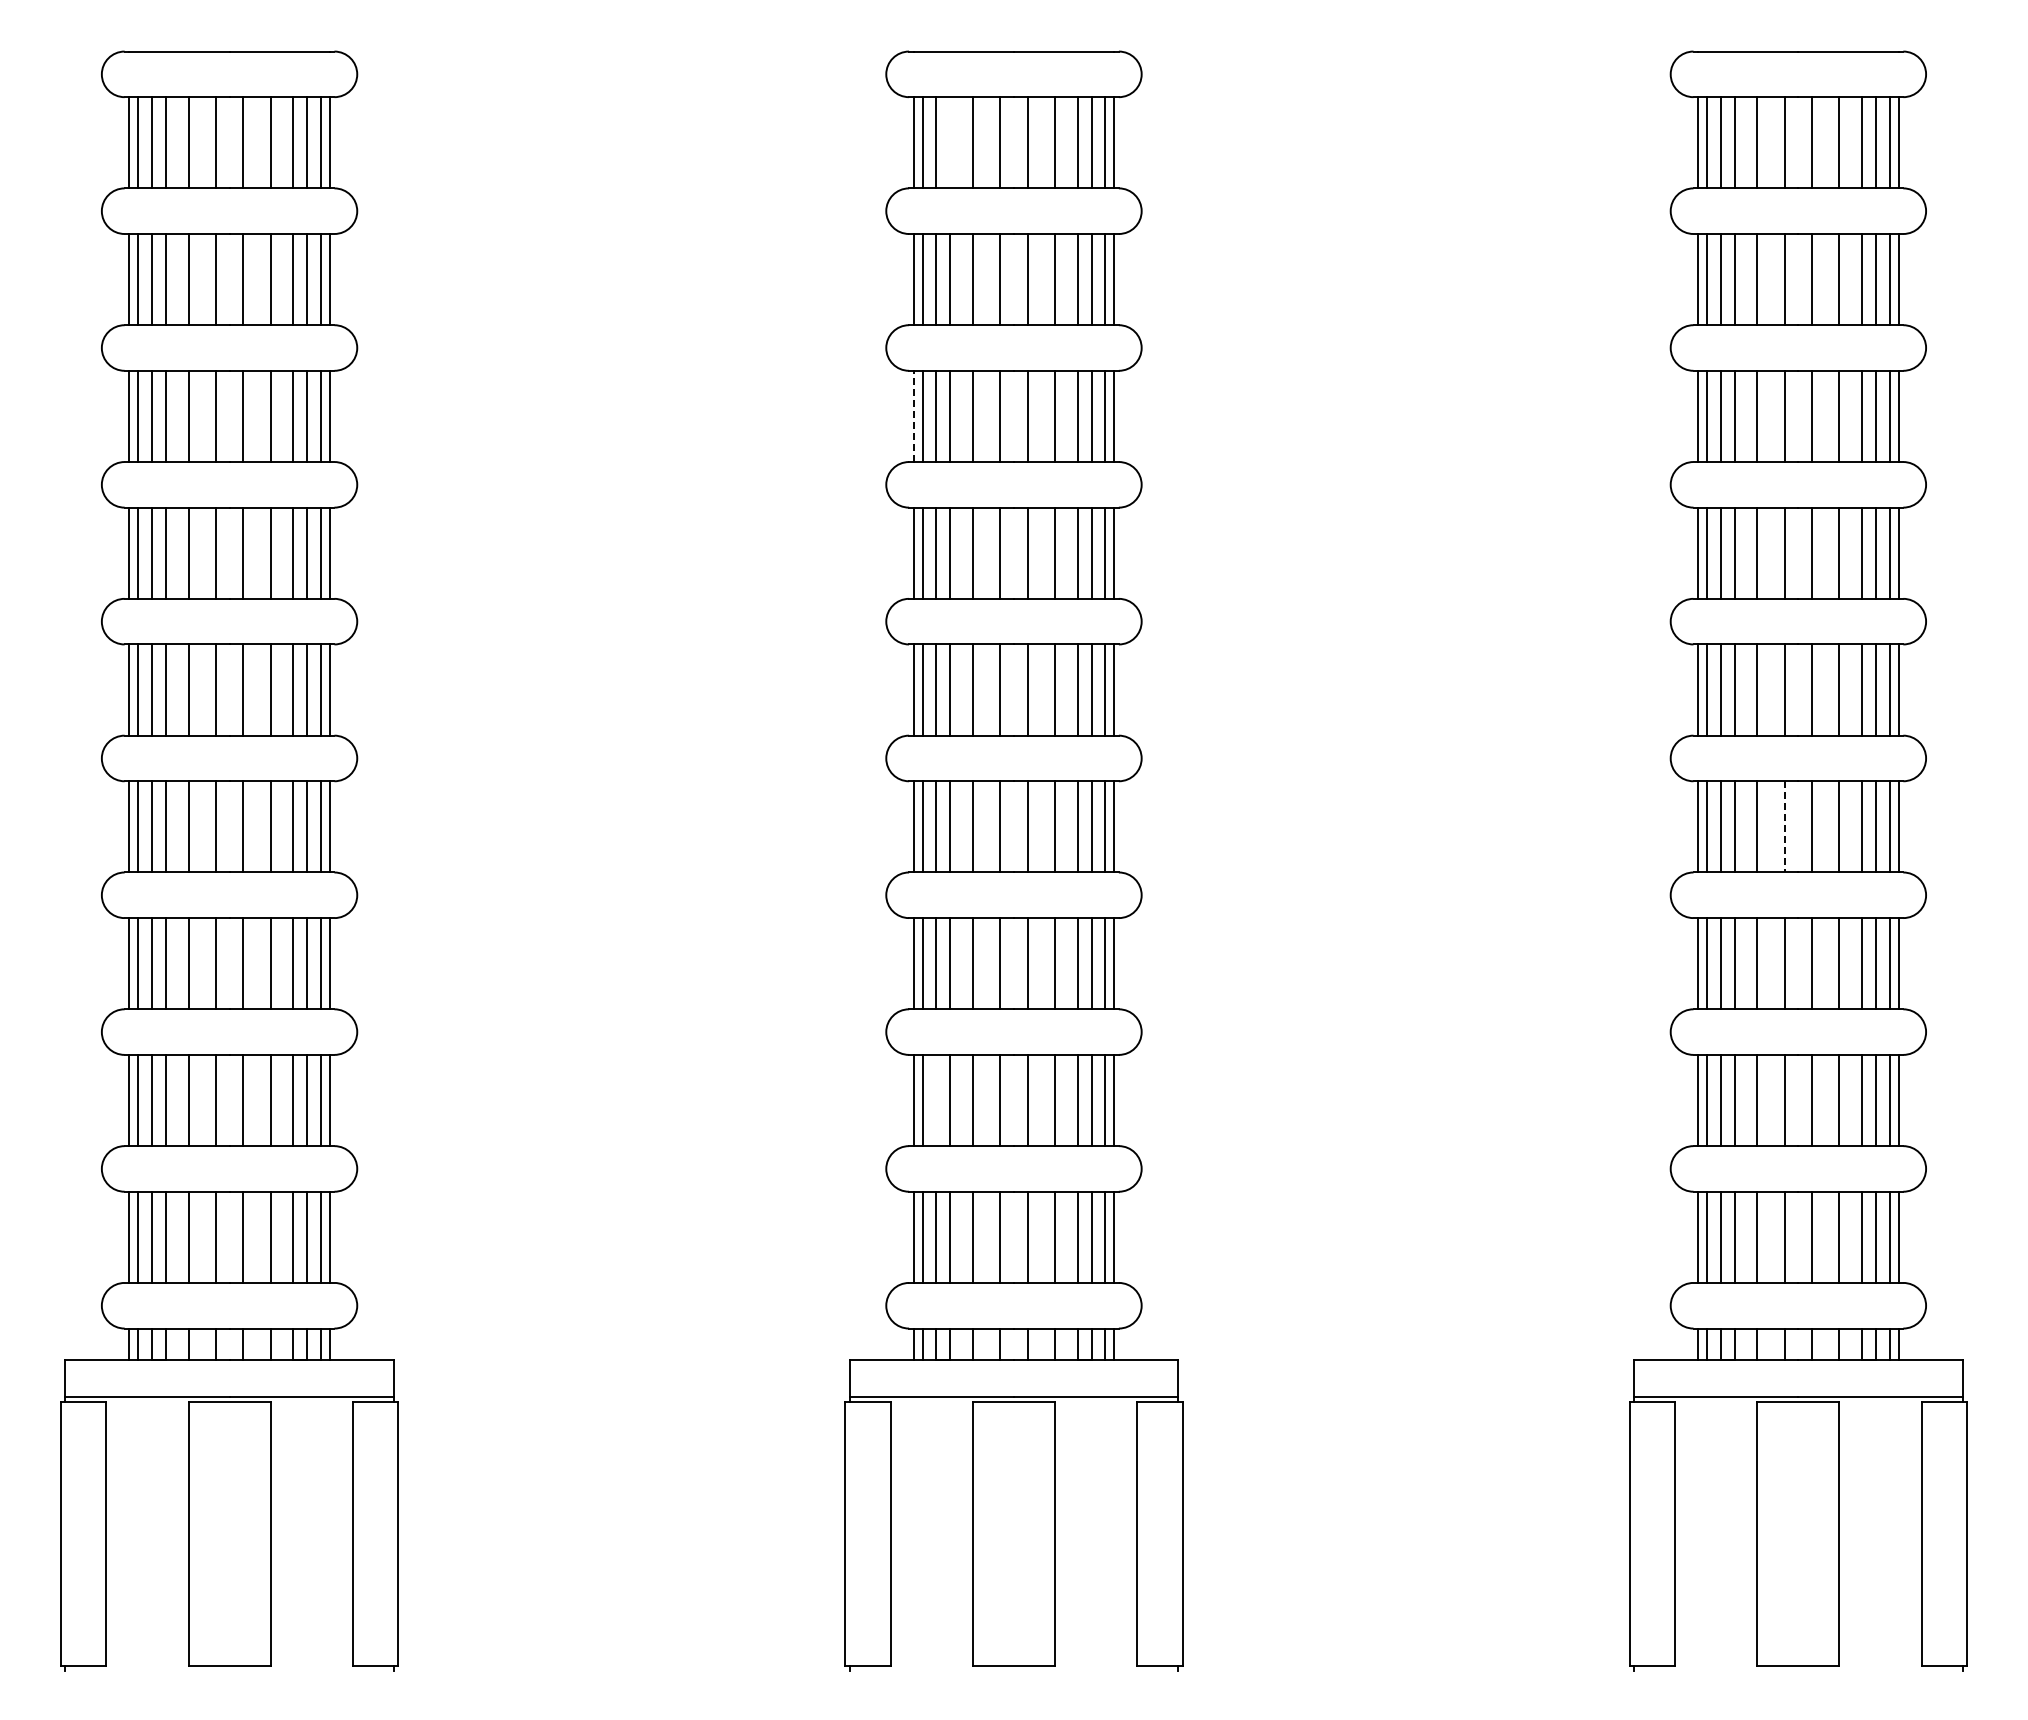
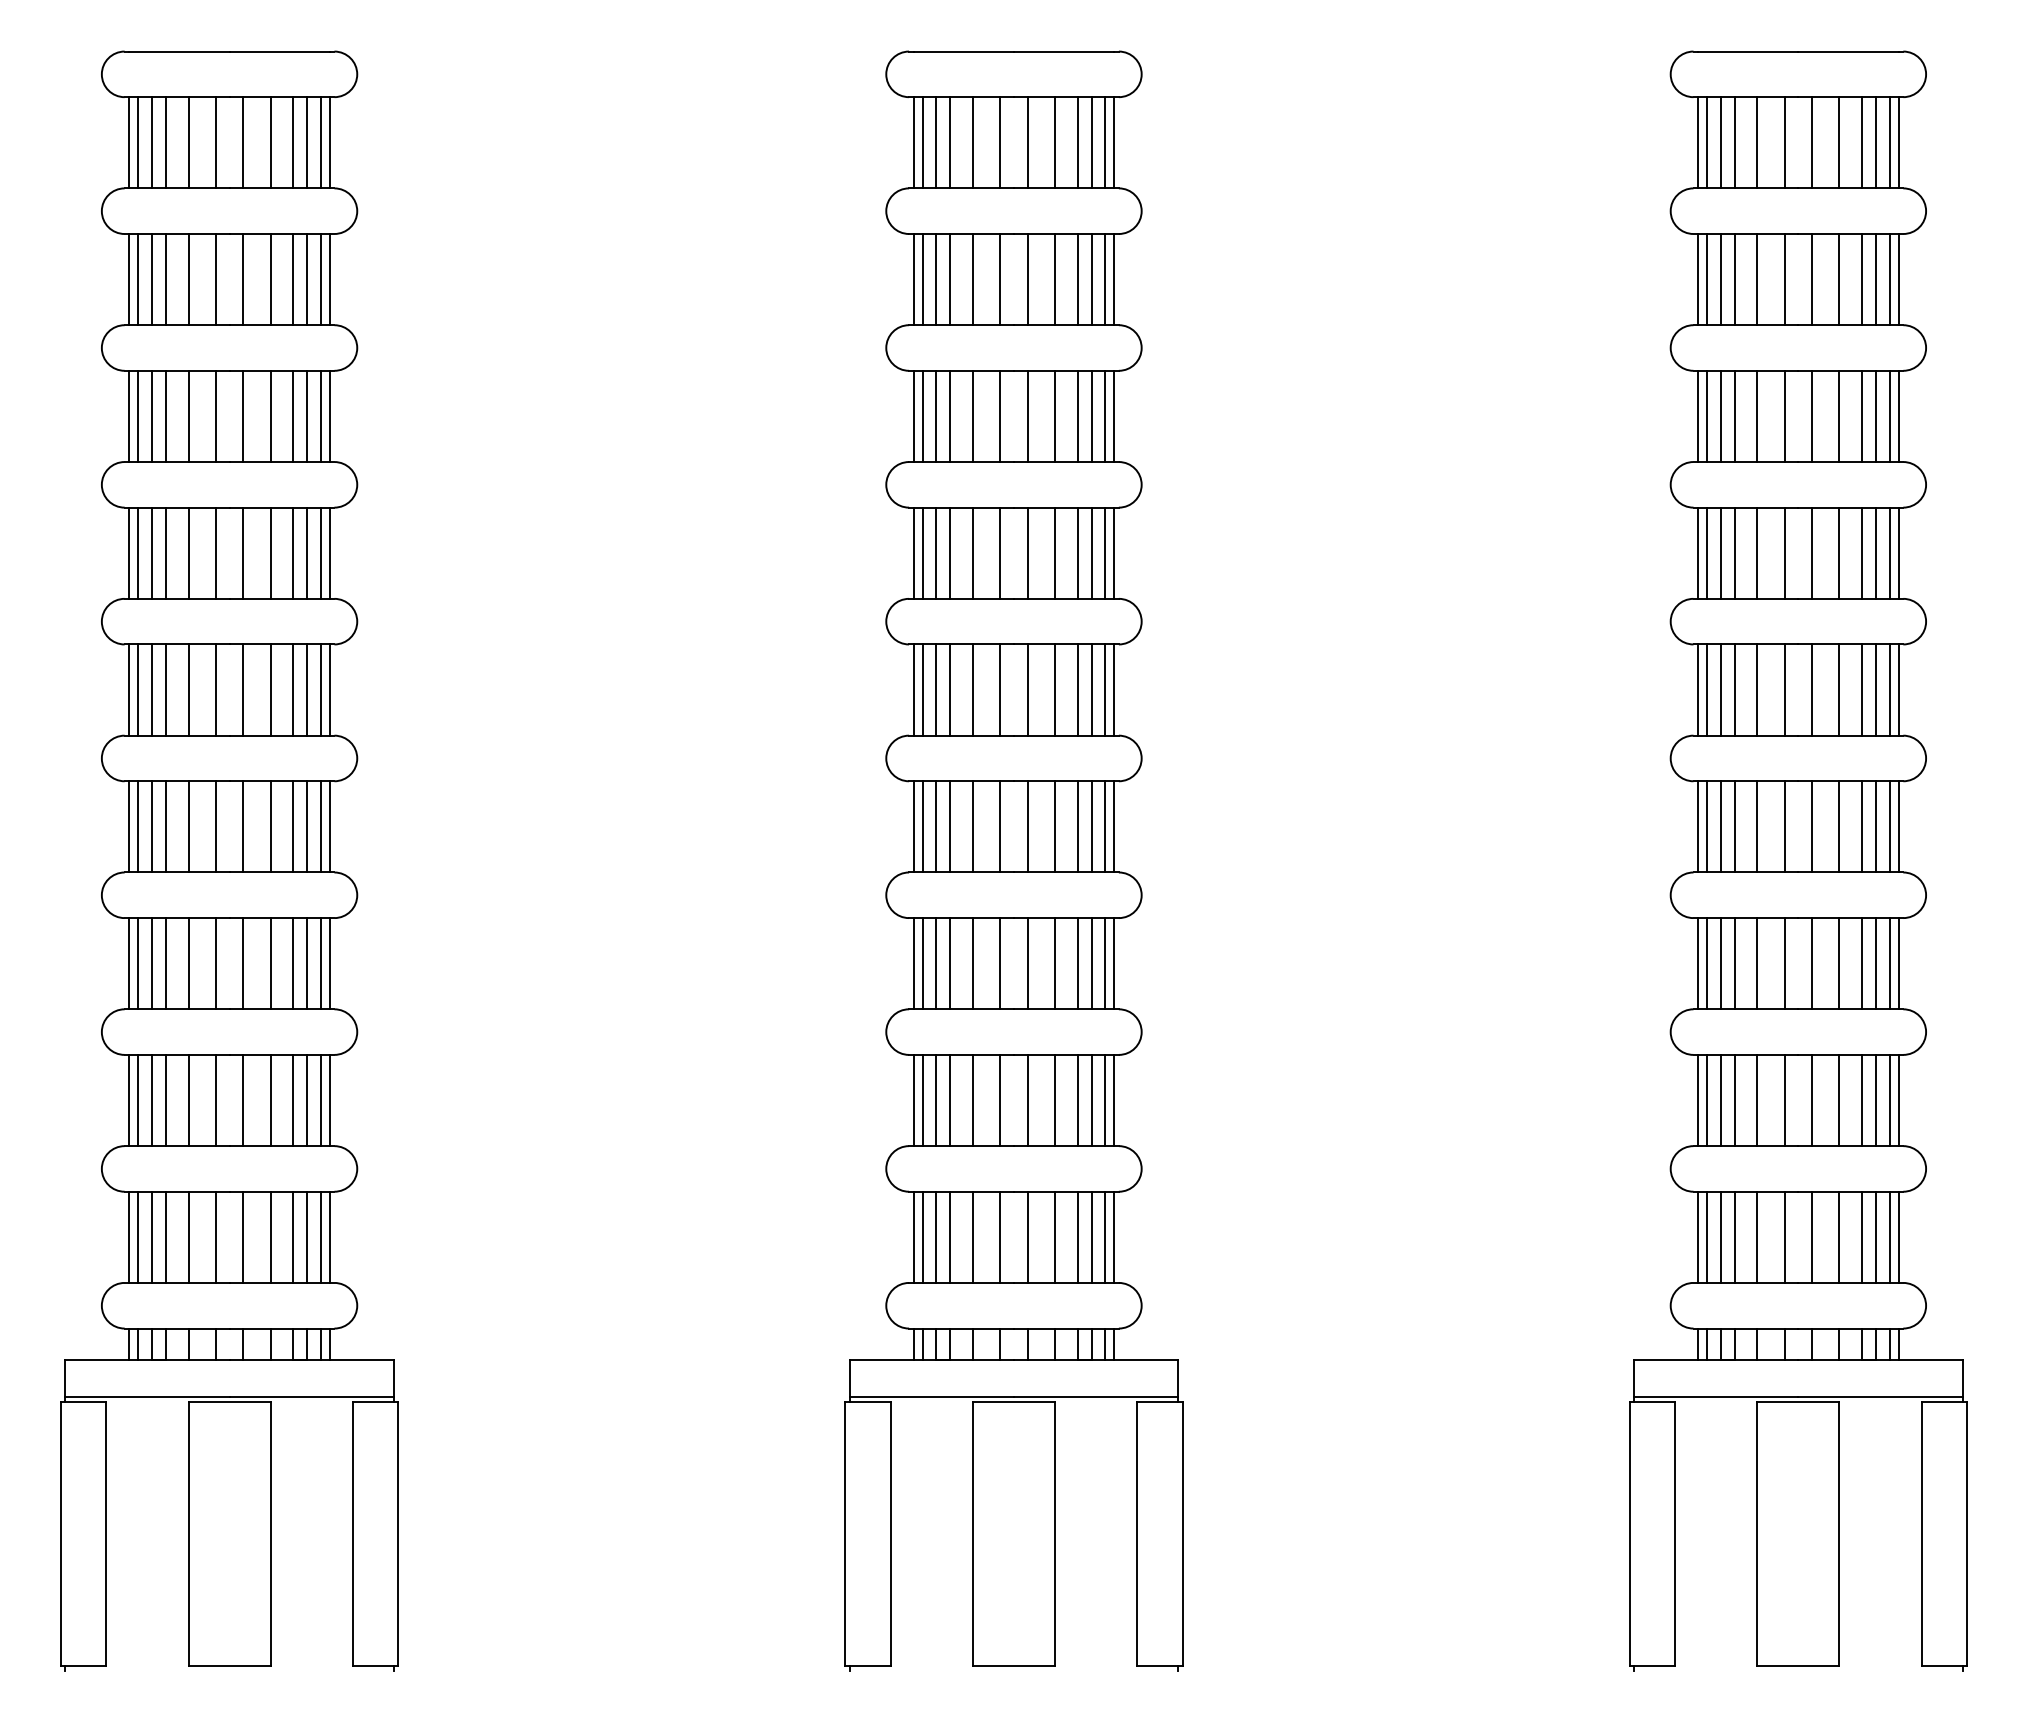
line at (950, 142): none -> present
line at (913, 416): dashed -> solid
line at (1784, 826): dashed -> solid
line at (936, 1100): none -> present
